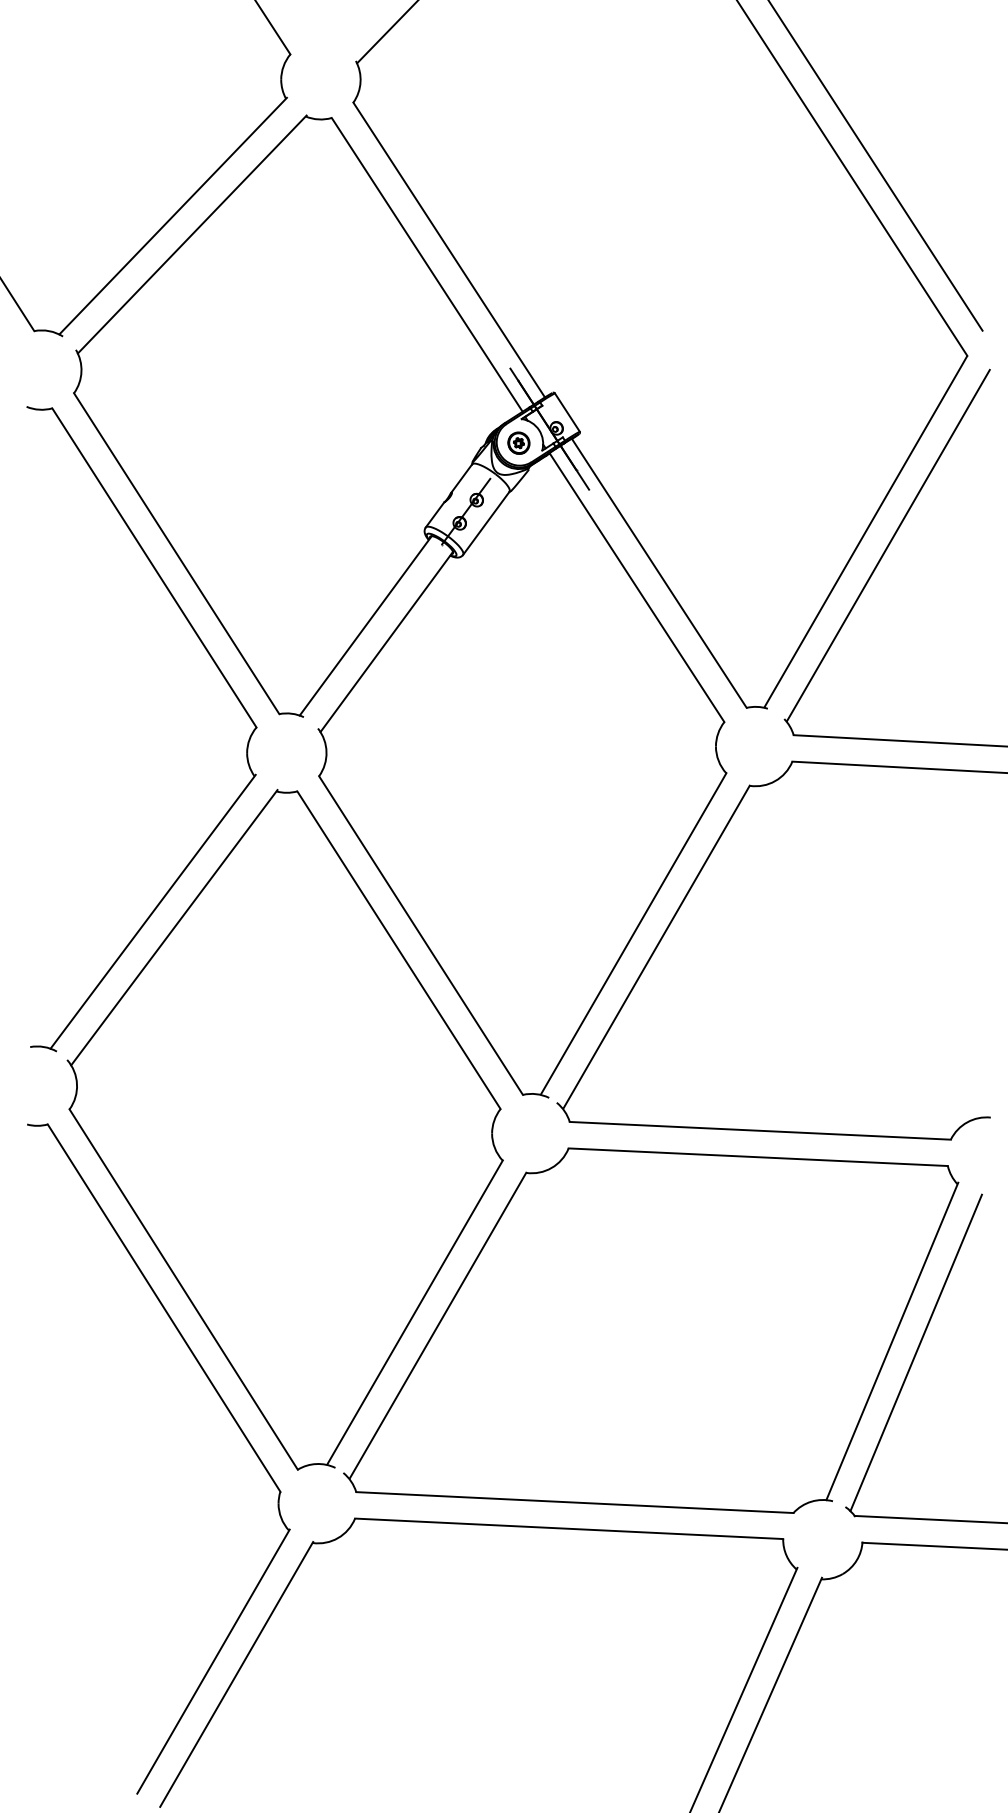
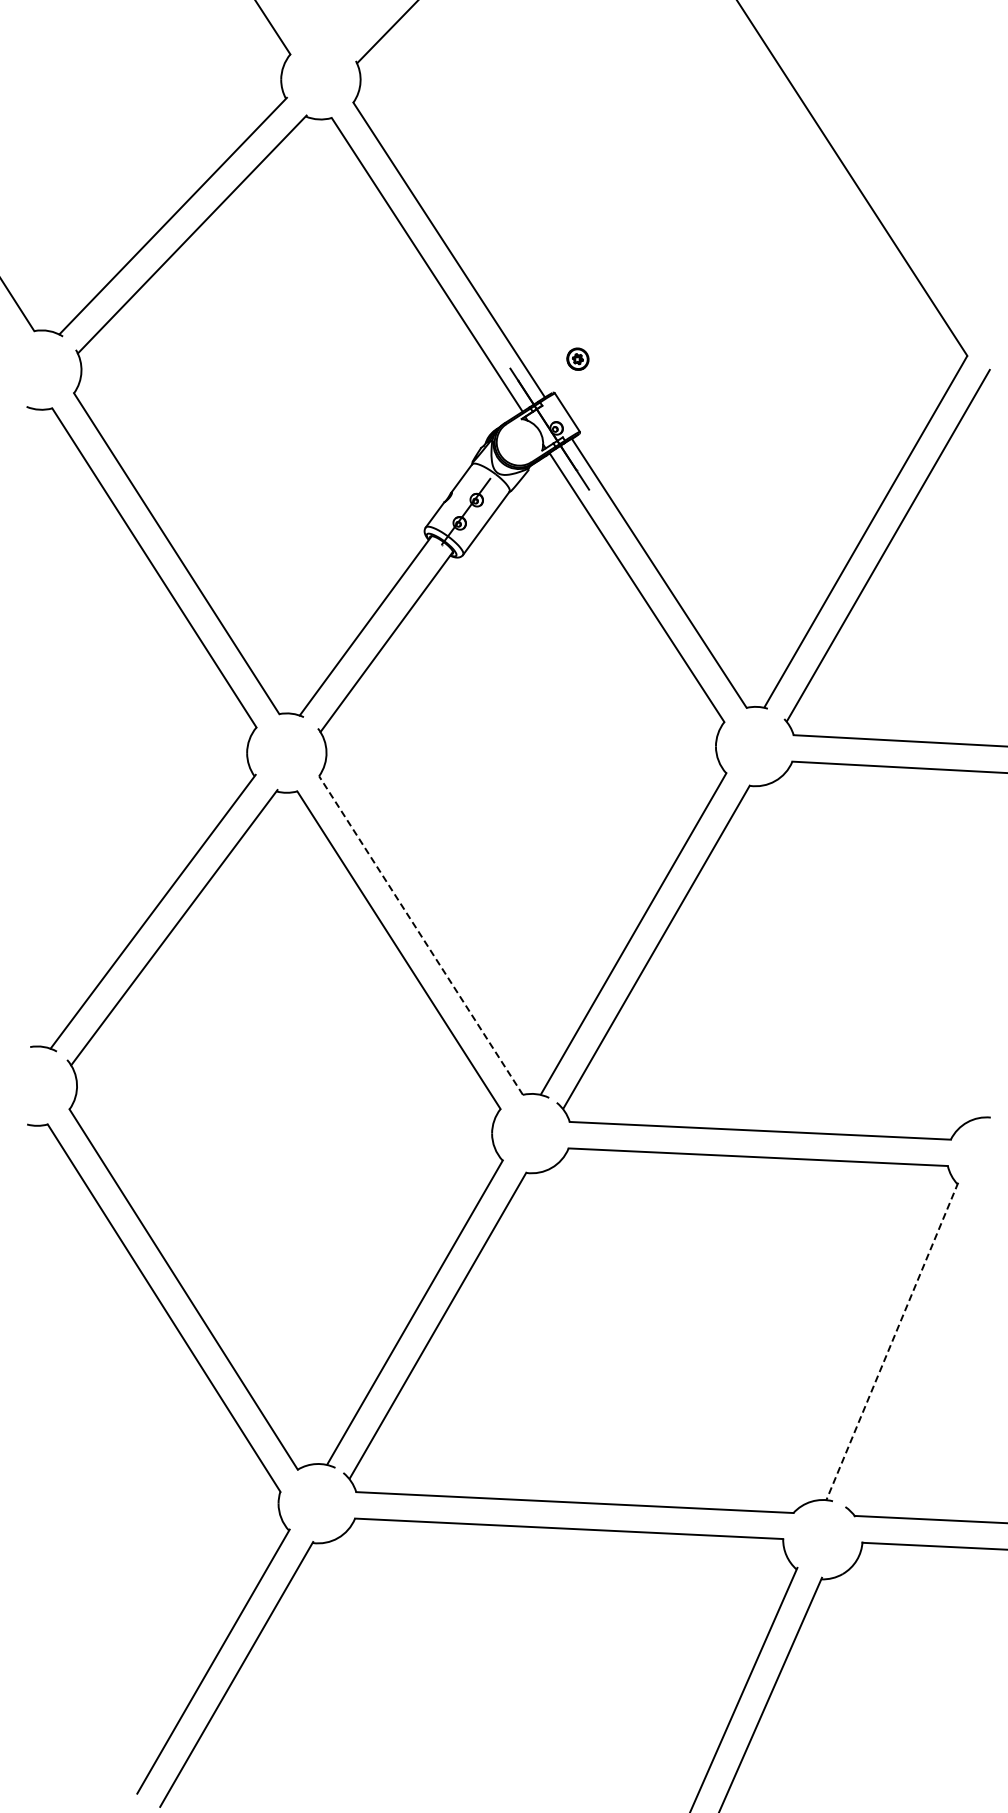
line at (875, 166): present -> none
part at (518, 442) position: (518, 442) -> (577, 358)
line at (420, 935): solid -> dashed
line at (892, 1341): solid -> dashed
line at (915, 1352): present -> none
